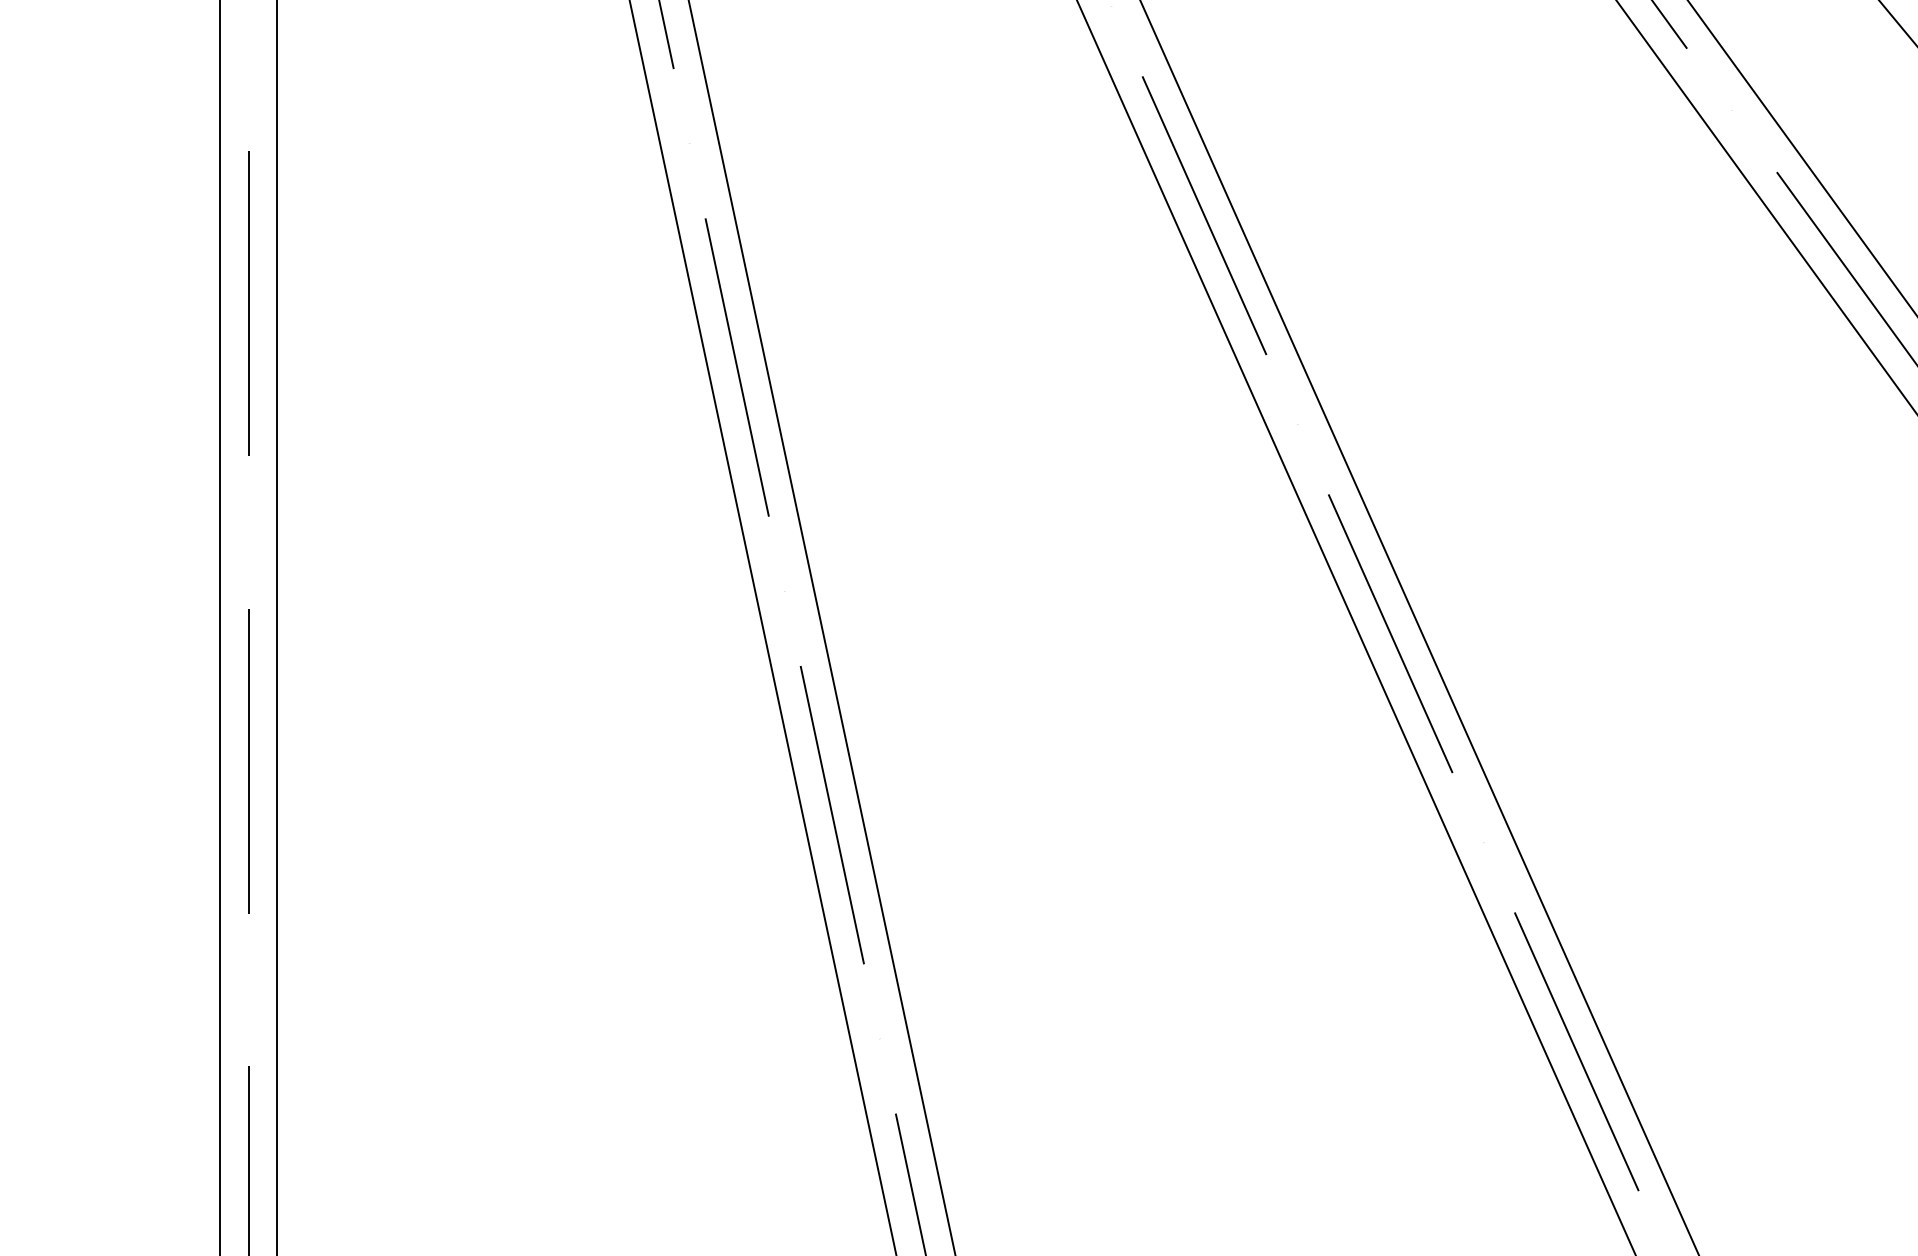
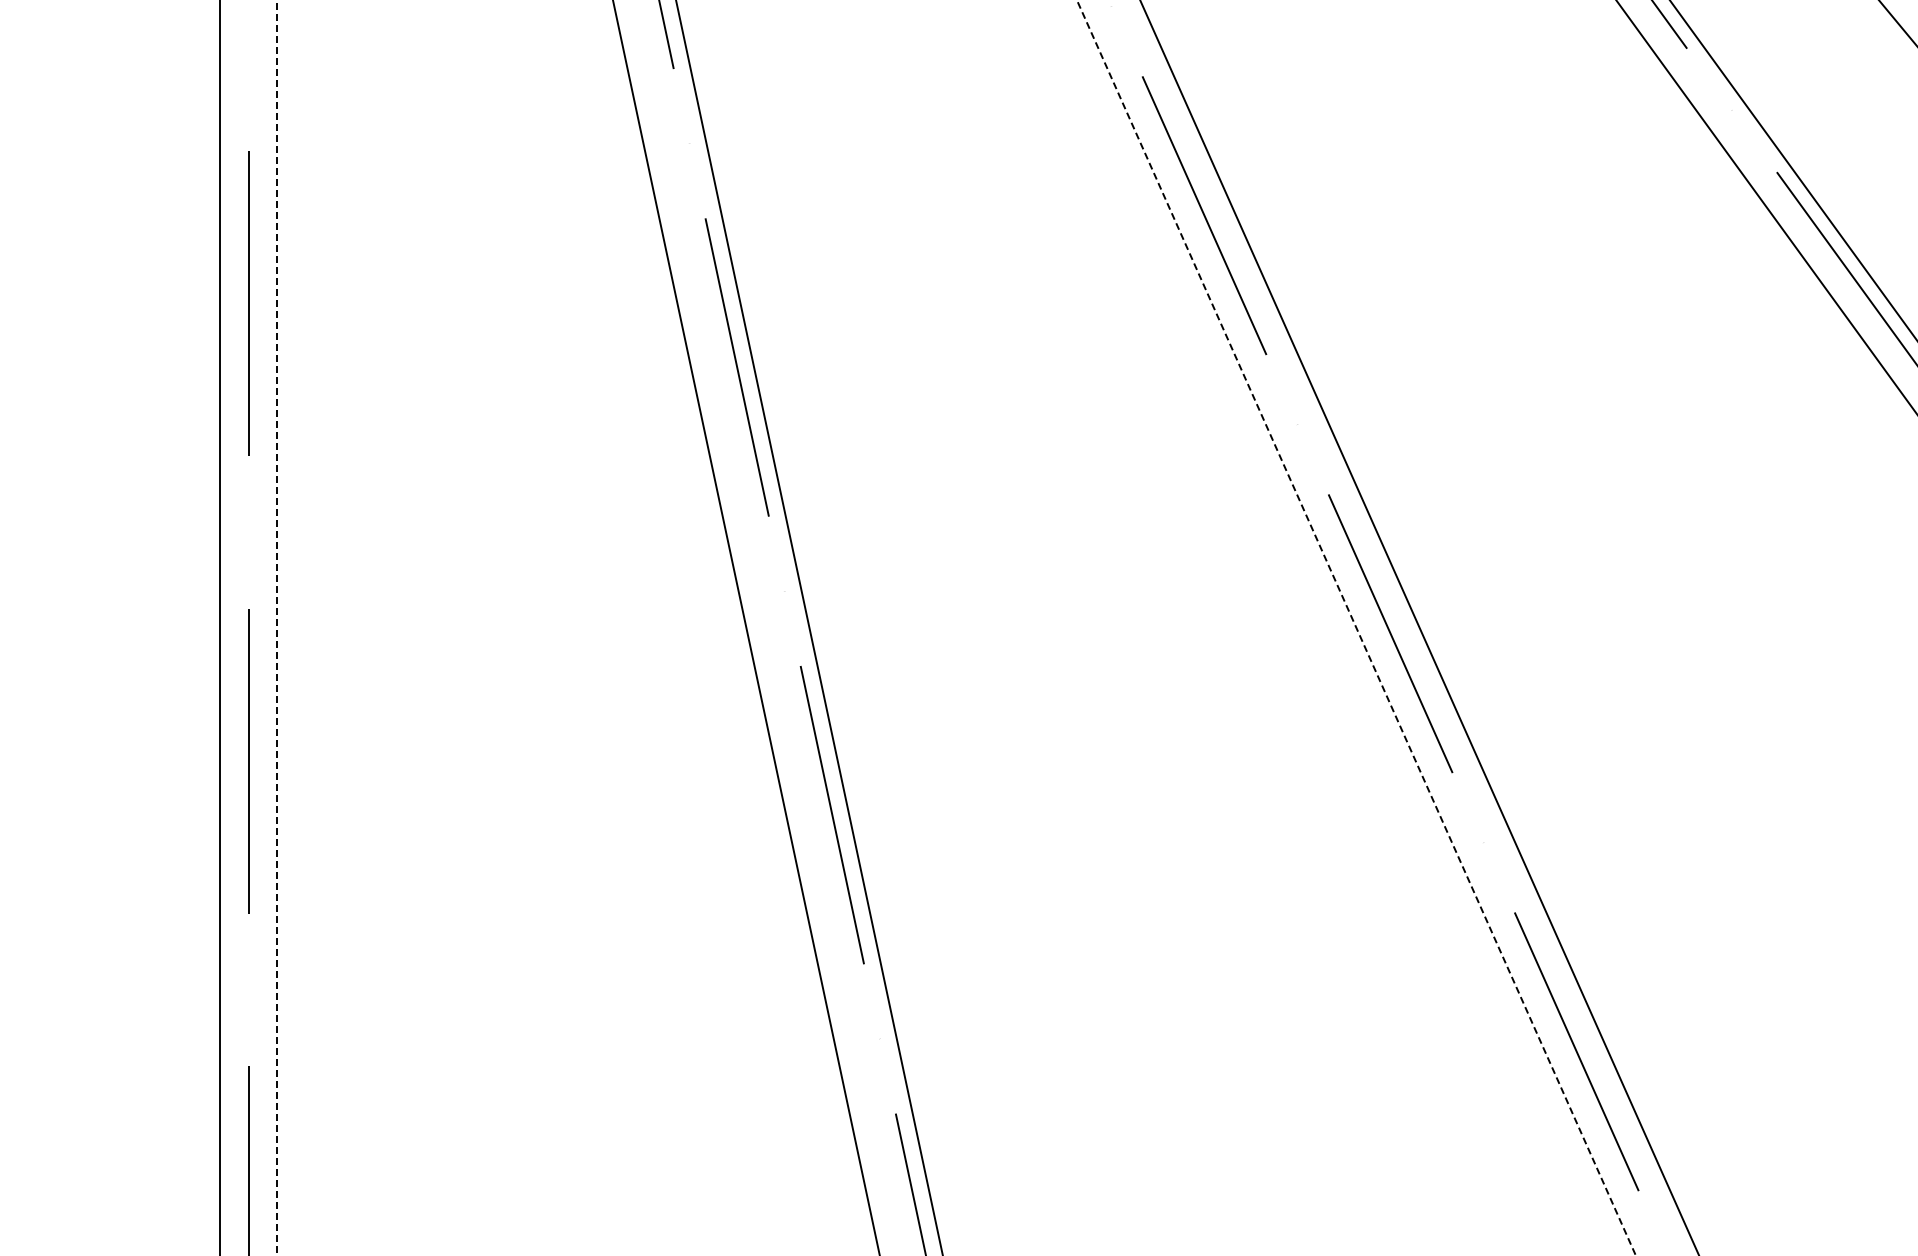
line at (1801, 157) position: (1801, 157) -> (1792, 169)
line at (277, 627): solid -> dashed
line at (762, 627) position: (762, 627) -> (746, 627)
line at (821, 627) position: (821, 627) -> (809, 627)
line at (1356, 628): solid -> dashed
